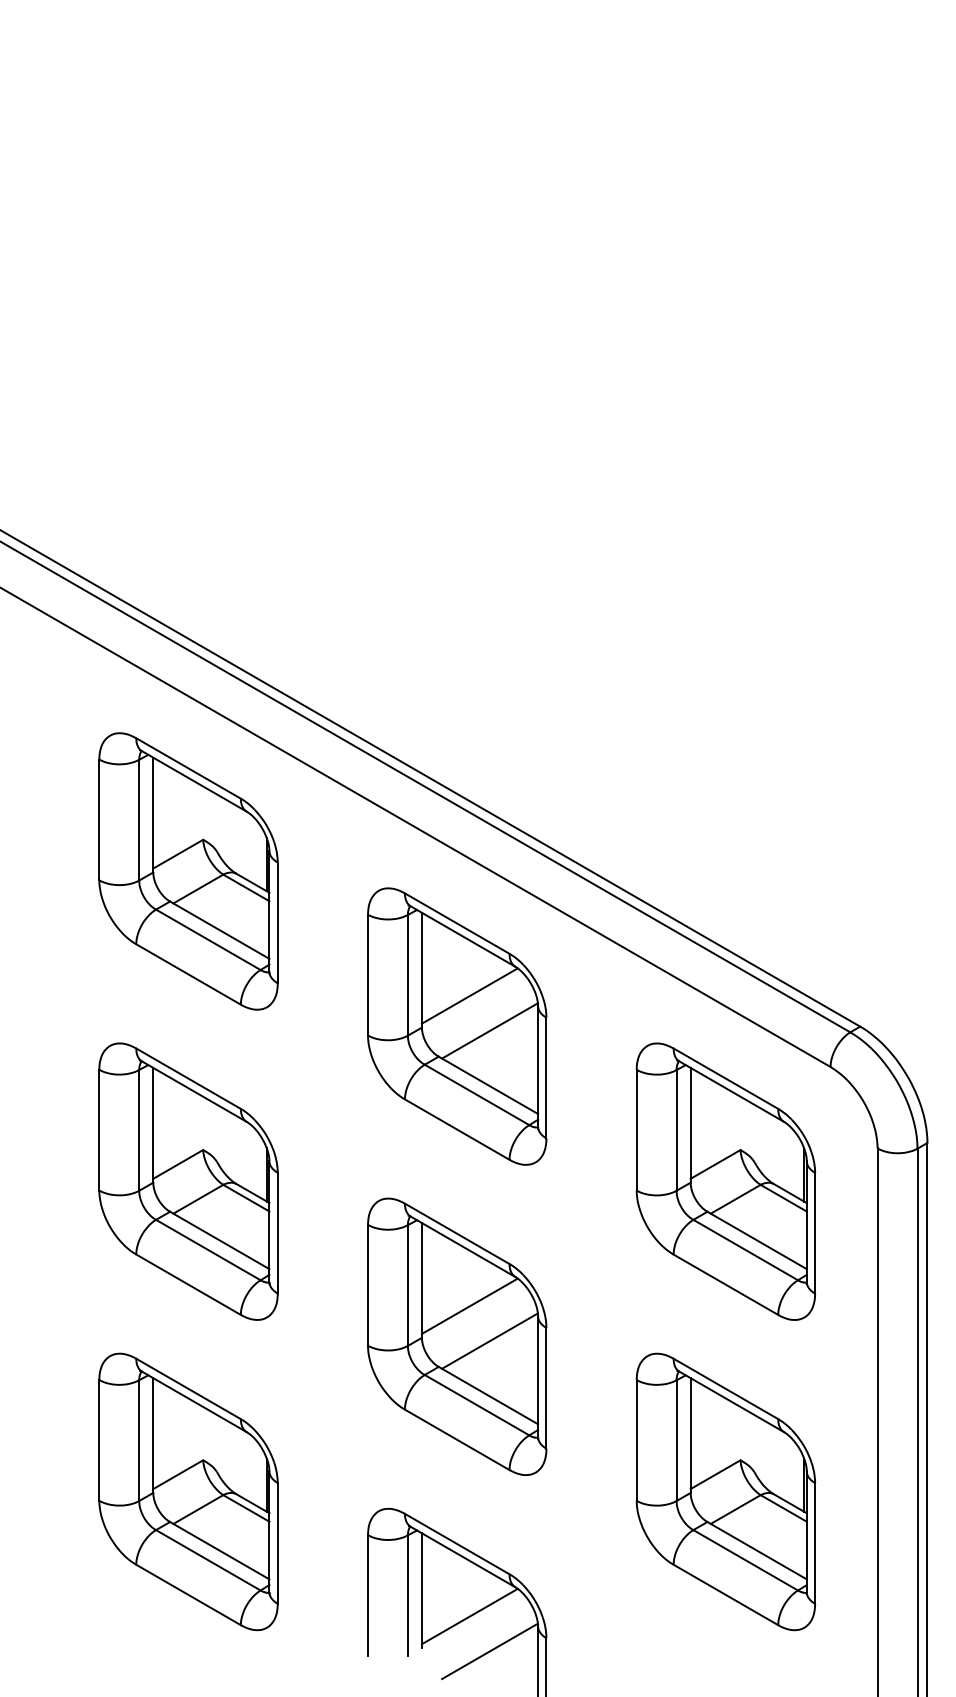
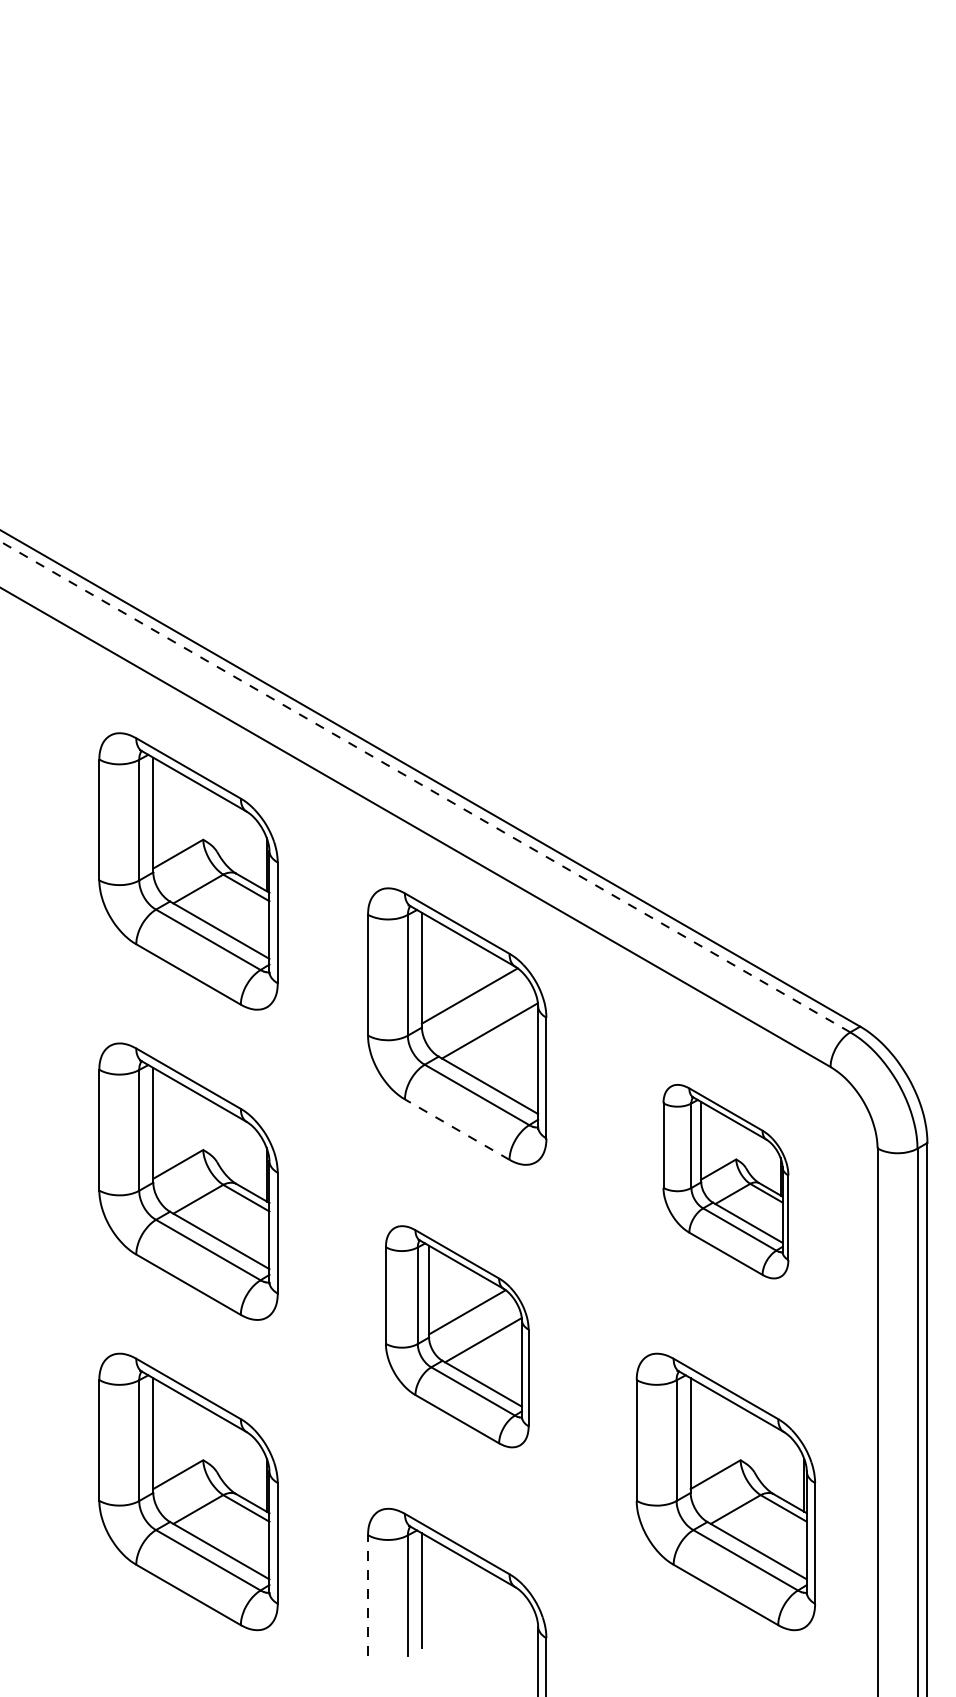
line at (425, 786): solid -> dashed
line at (456, 1129): solid -> dashed
part at (725, 1181) size: 182x279 px -> 128x196 px
part at (457, 1336) size: 181x279 px -> 145x224 px
line at (367, 1595): solid -> dashed
line at (469, 1616): present -> none
line at (489, 1651): present -> none
